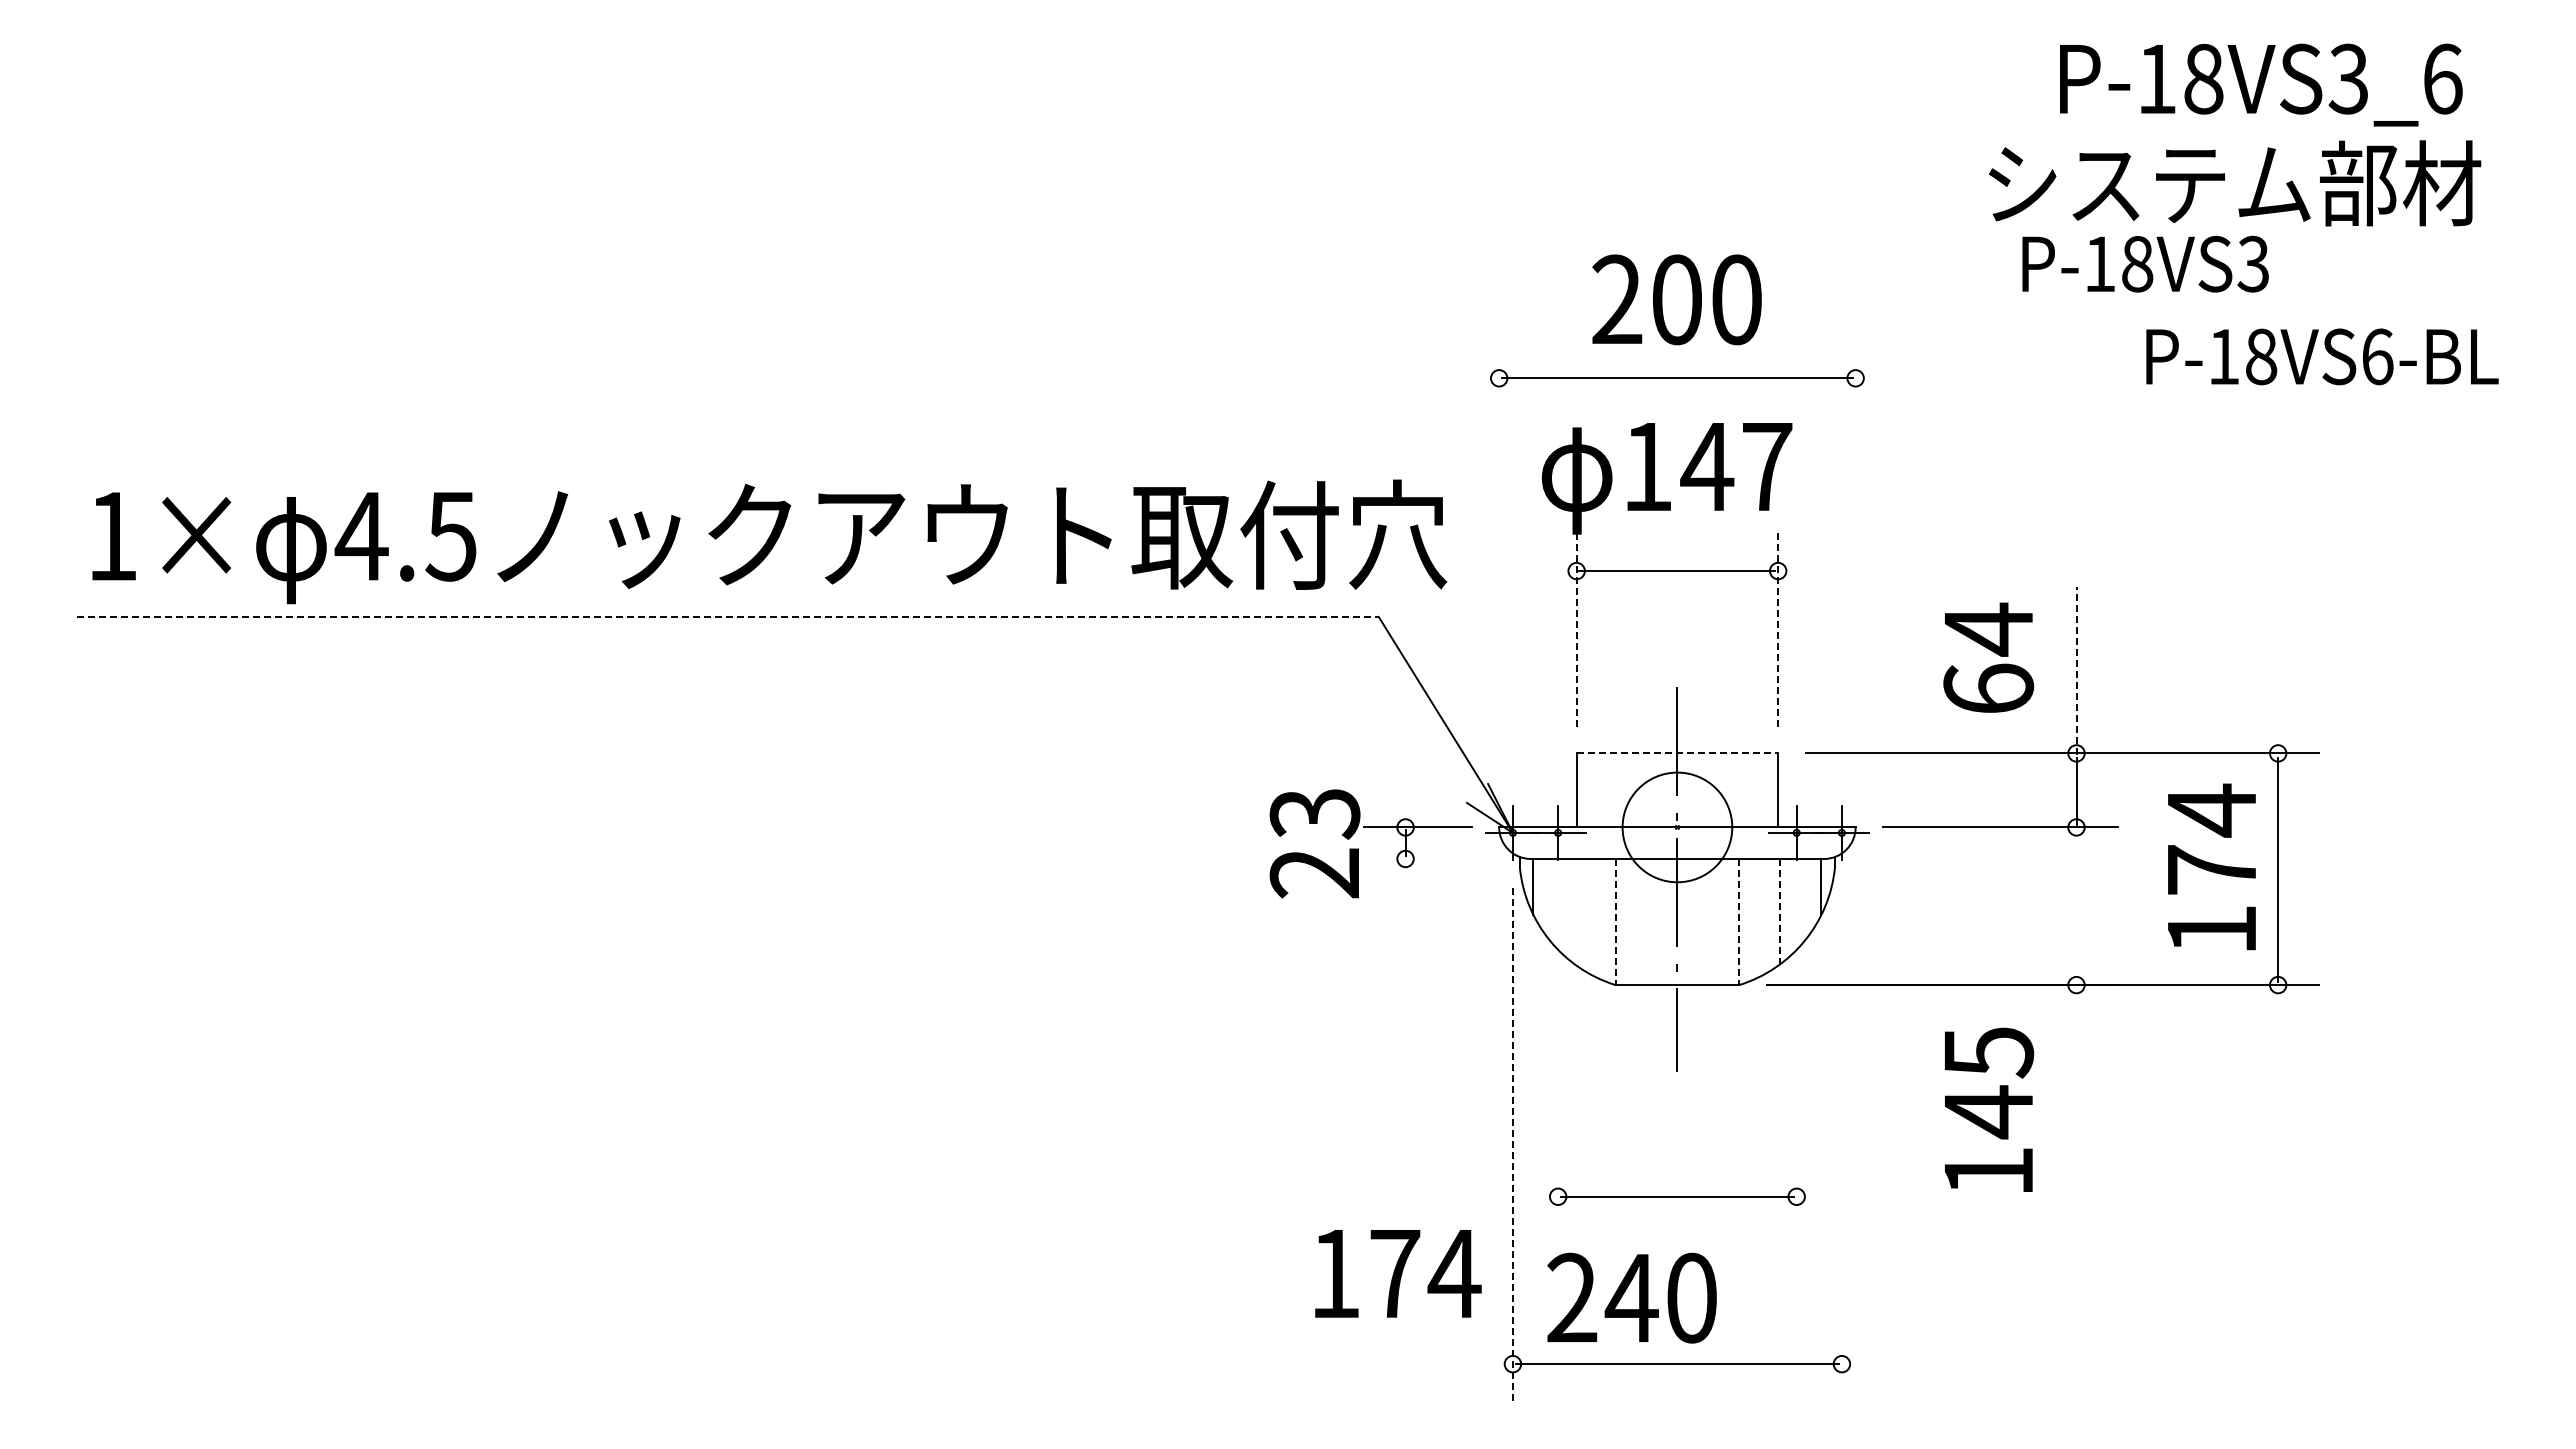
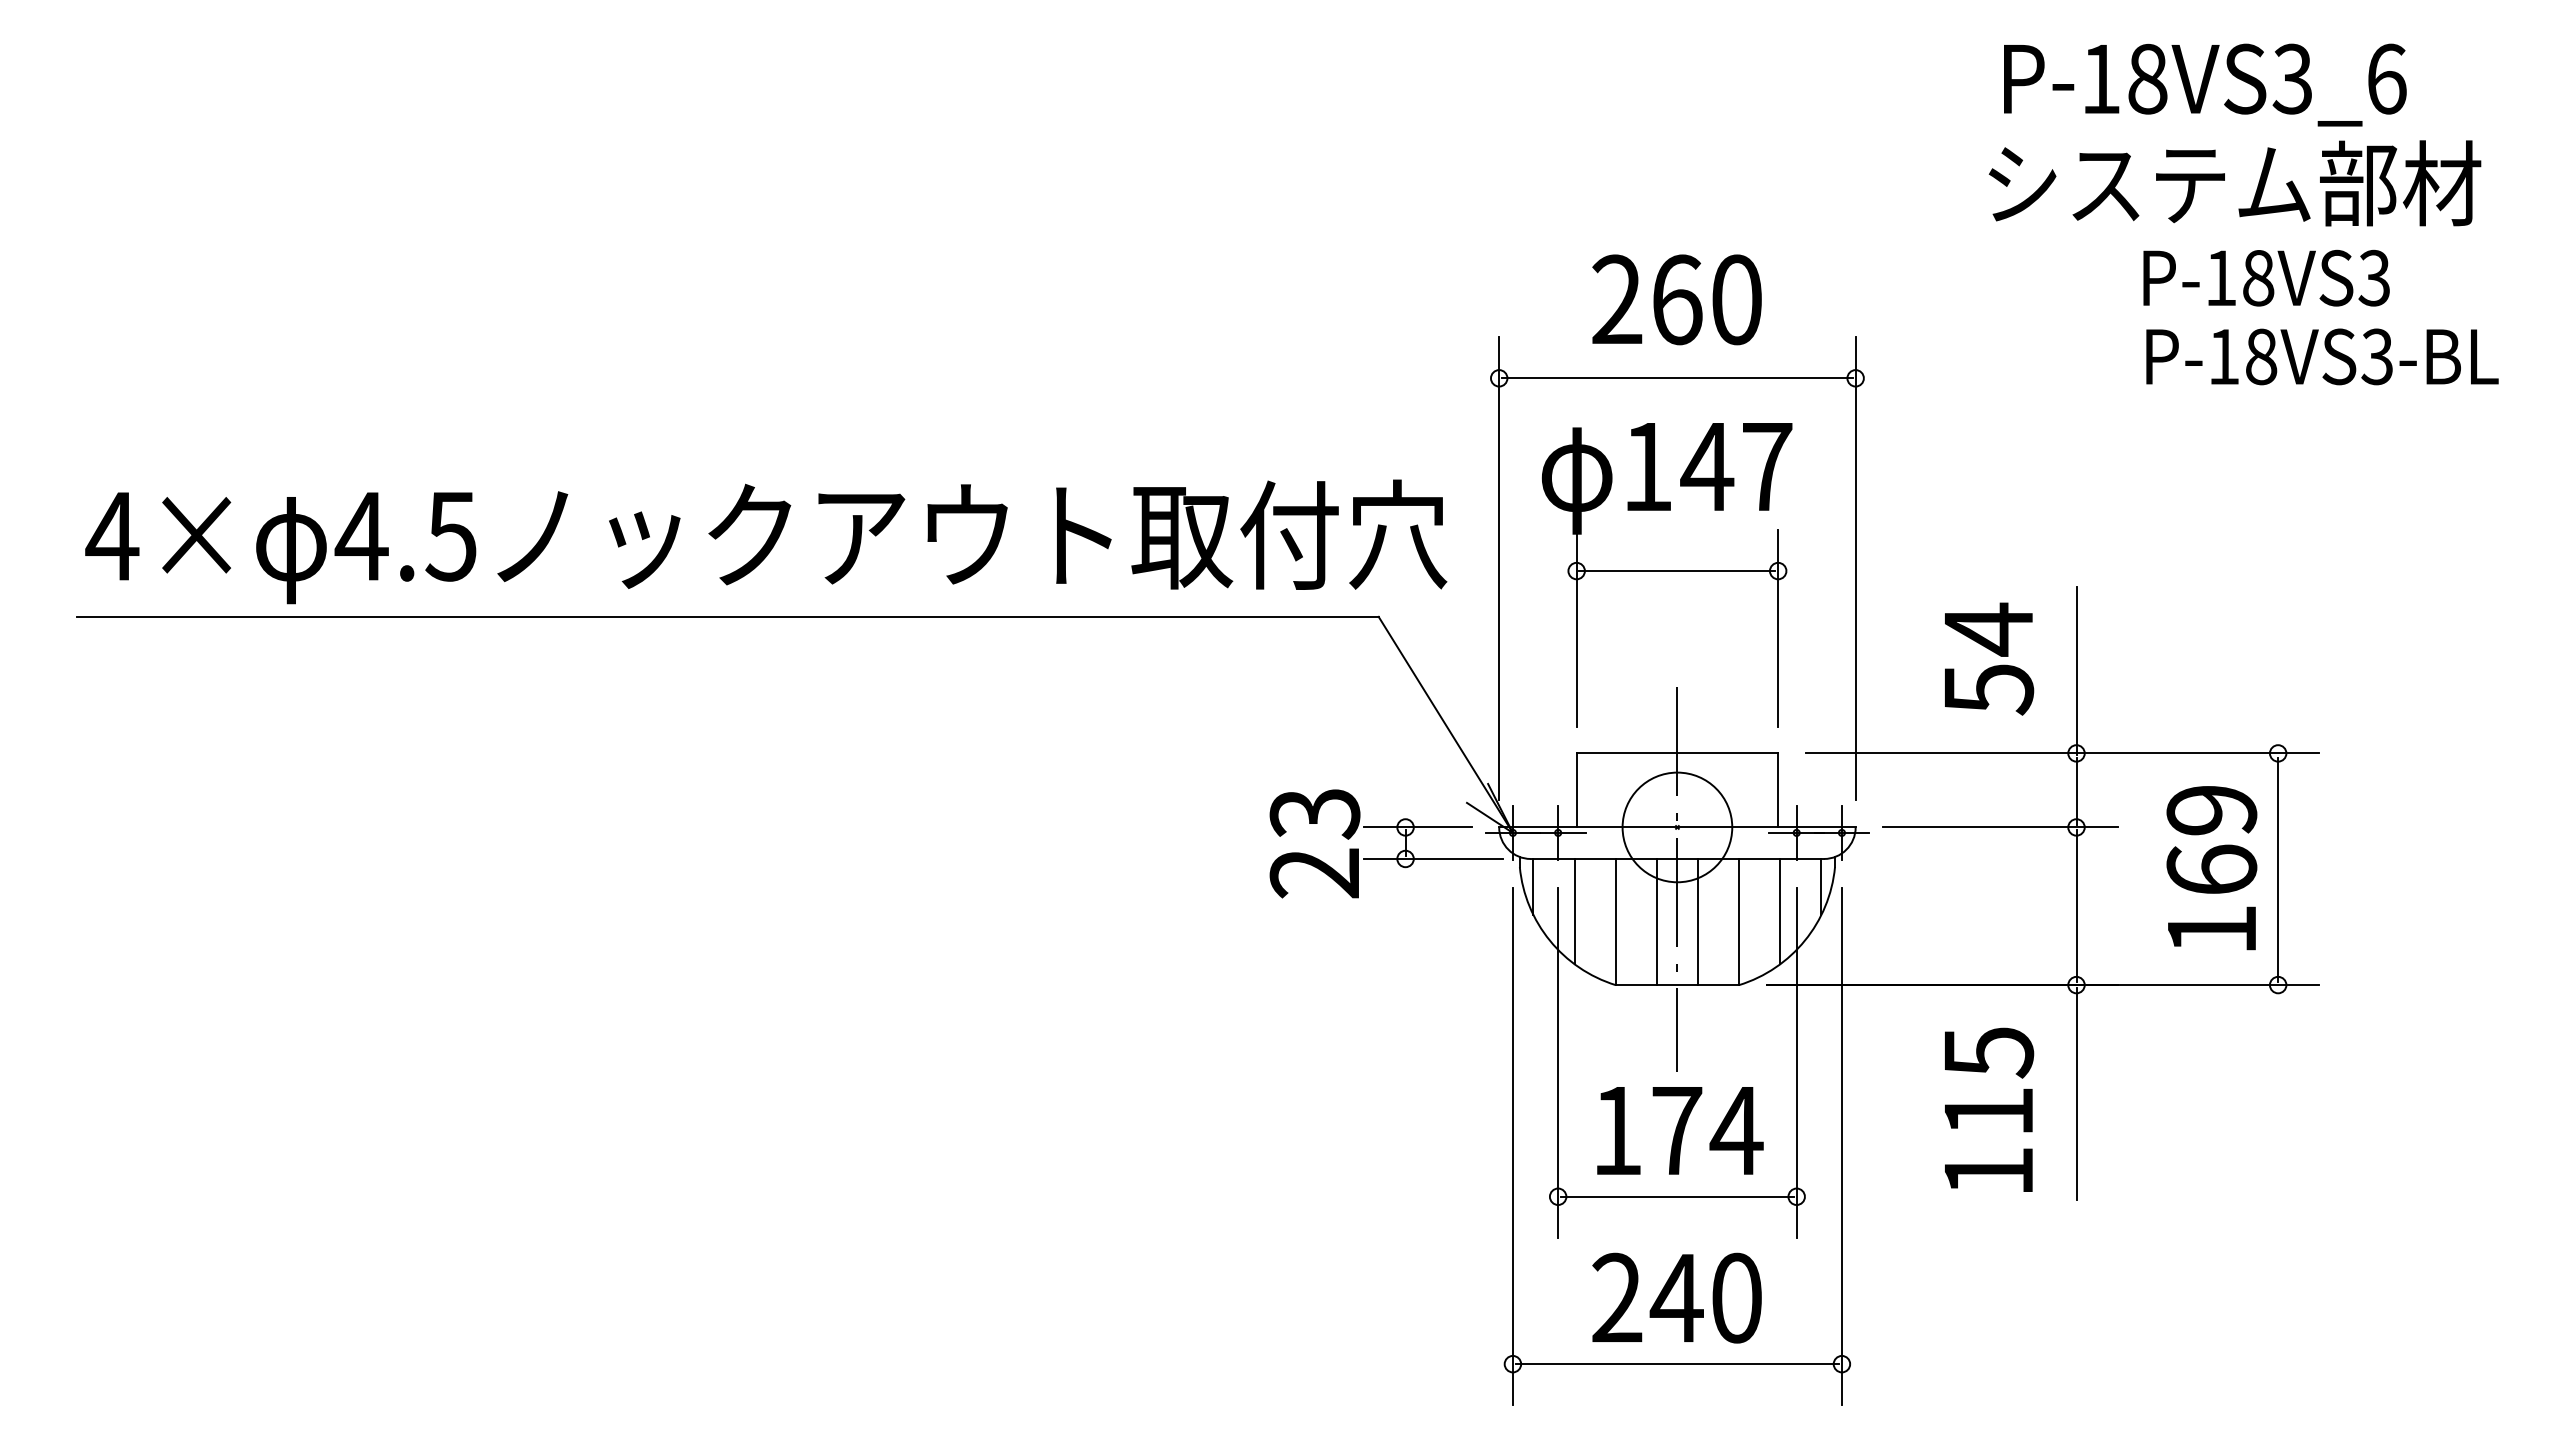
text at (2261, 84) position: (2261, 84) -> (2205, 84)
text at (2145, 263) position: (2145, 263) -> (2266, 277)
text at (1677, 299): 200 -> 260
text at (2377, 356): P-18VS6-BL -> P-18VS3-BL
text at (112, 536): 1× -> 4×
line at (1499, 568): none -> present
line at (1855, 568): none -> present
line at (727, 616): dashed -> solid
line at (1576, 628): dashed -> solid
line at (1778, 628): dashed -> solid
line at (2076, 670): dashed -> solid
text at (1988, 689): 64 -> 54
line at (1677, 753): dashed -> solid
text at (2211, 838): 174 -> 169
line at (1433, 858): none -> present
line at (2076, 906): none -> present
line at (1574, 911): none -> present
line at (1780, 911): dashed -> solid
line at (1656, 921): none -> present
line at (1697, 921): none -> present
line at (1615, 922): dashed -> solid
line at (1739, 922): dashed -> solid
line at (1558, 1062): none -> present
line at (1796, 1062): none -> present
line at (2076, 1093): none -> present
text at (1988, 1112): 145 -> 115
line at (1512, 1146): dashed -> solid
line at (1841, 1146): none -> present
text at (1398, 1273) position: (1398, 1273) -> (1680, 1130)
text at (1631, 1297) position: (1631, 1297) -> (1676, 1297)
